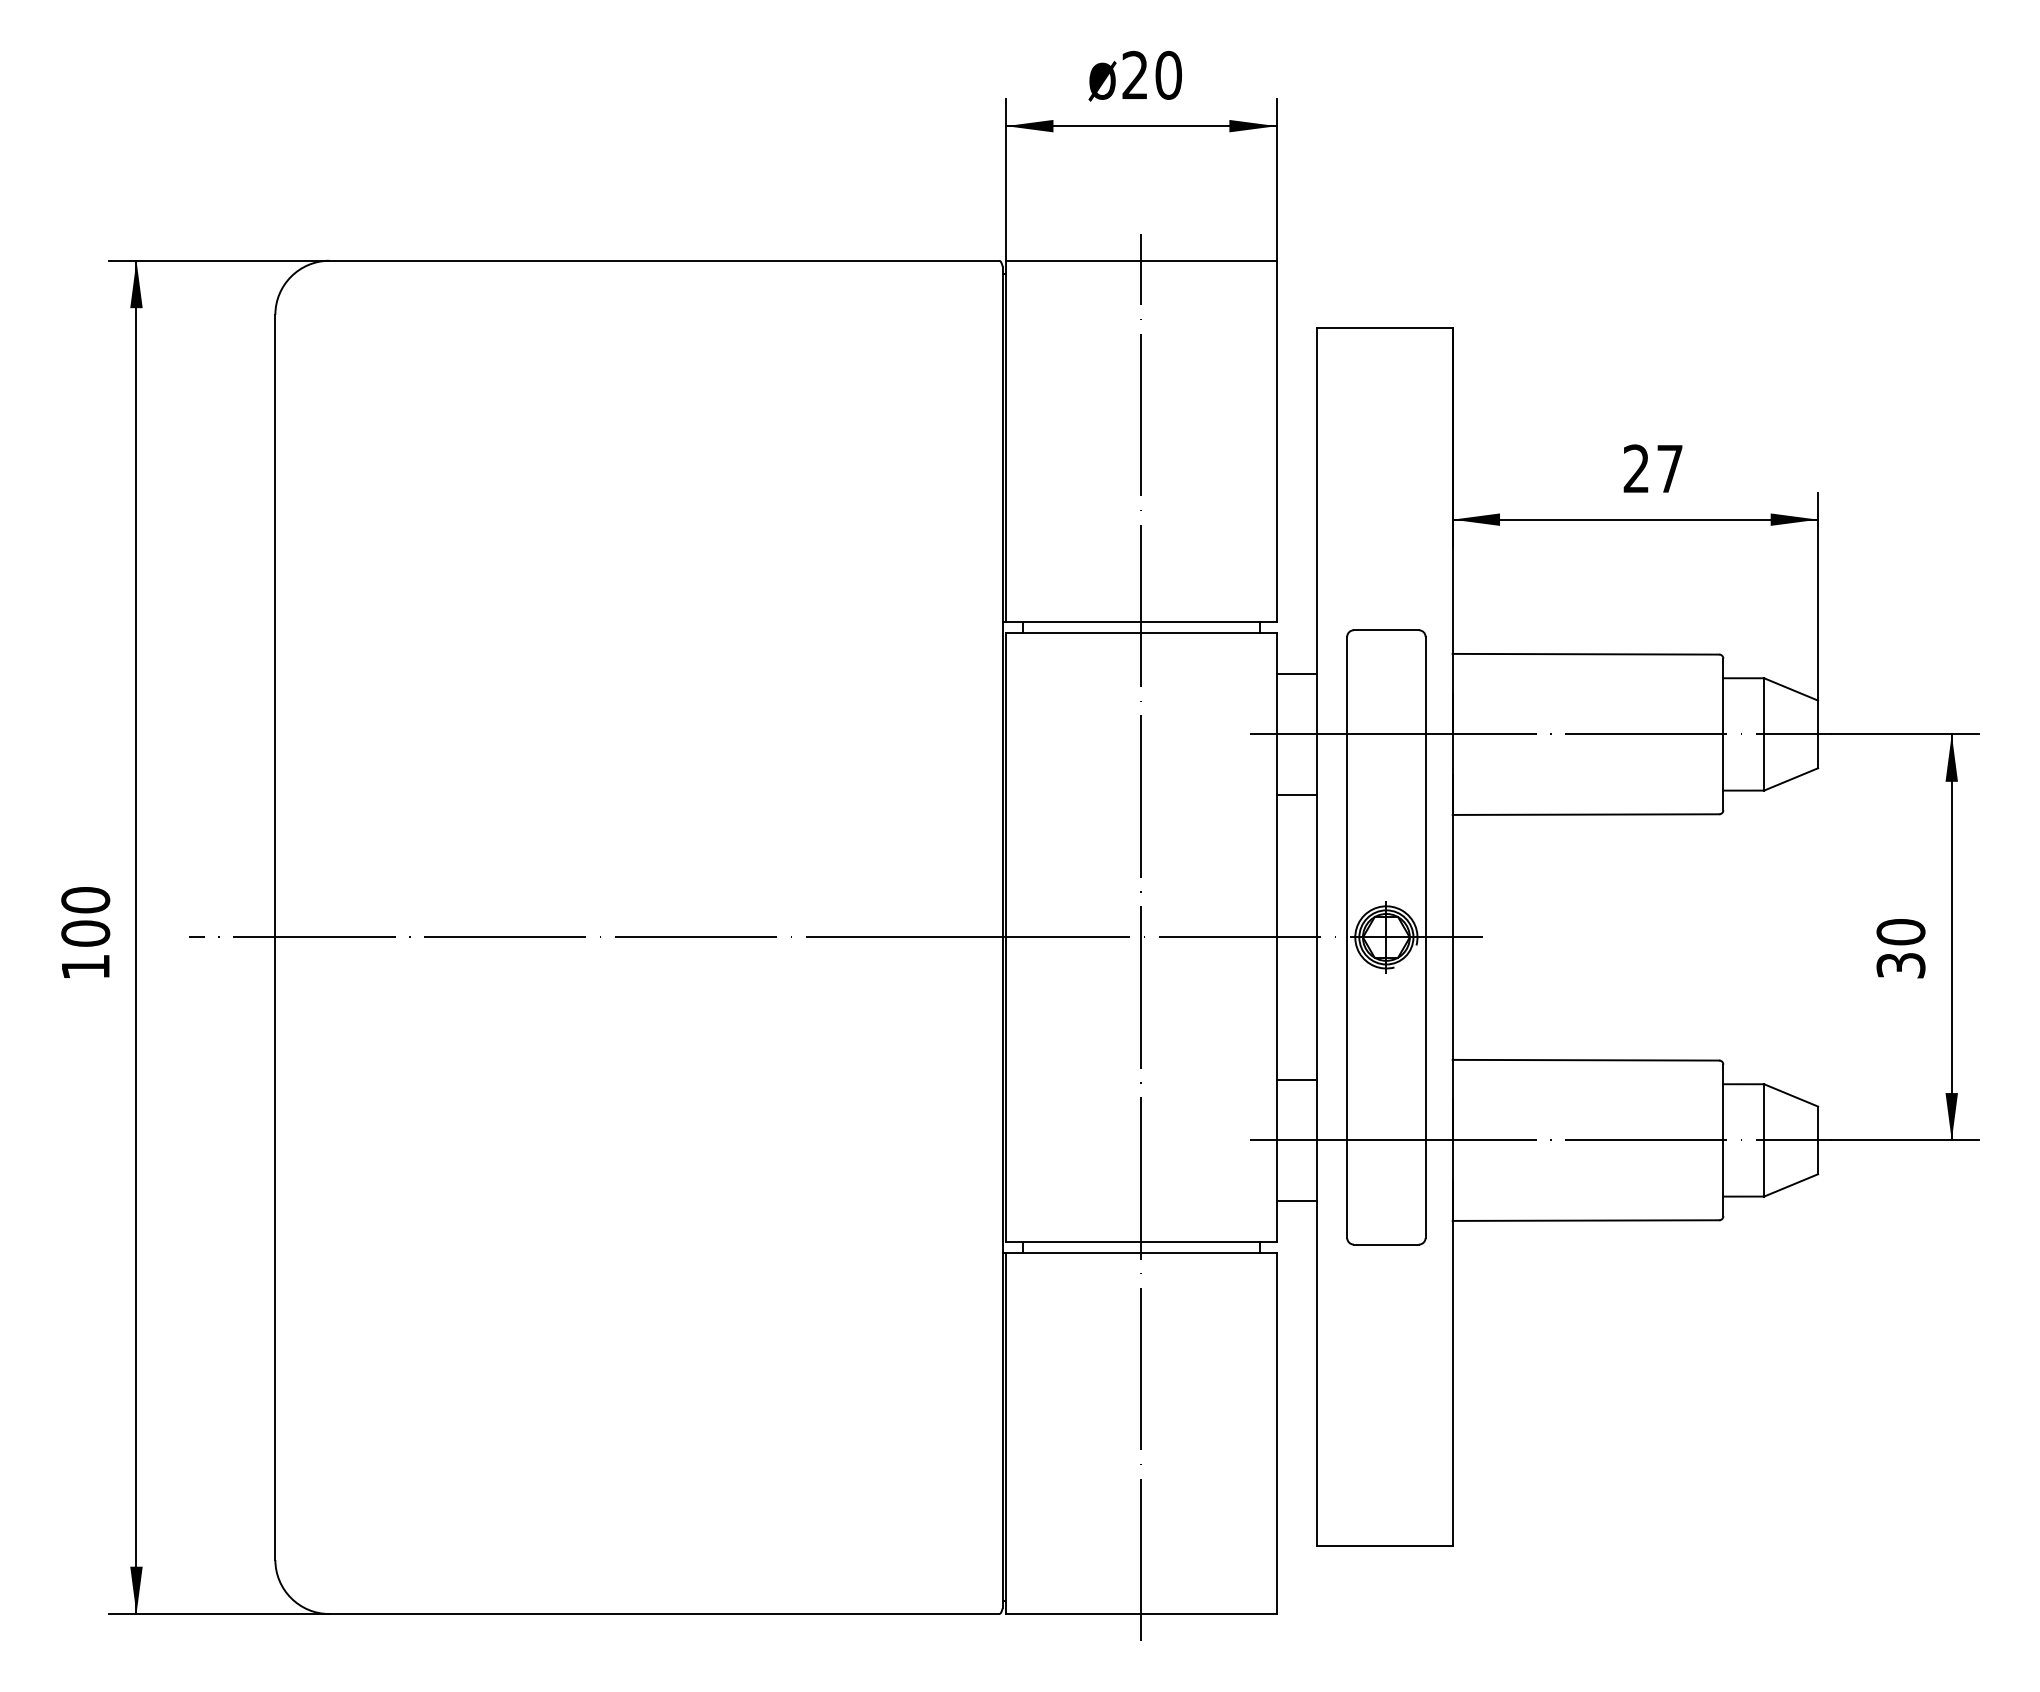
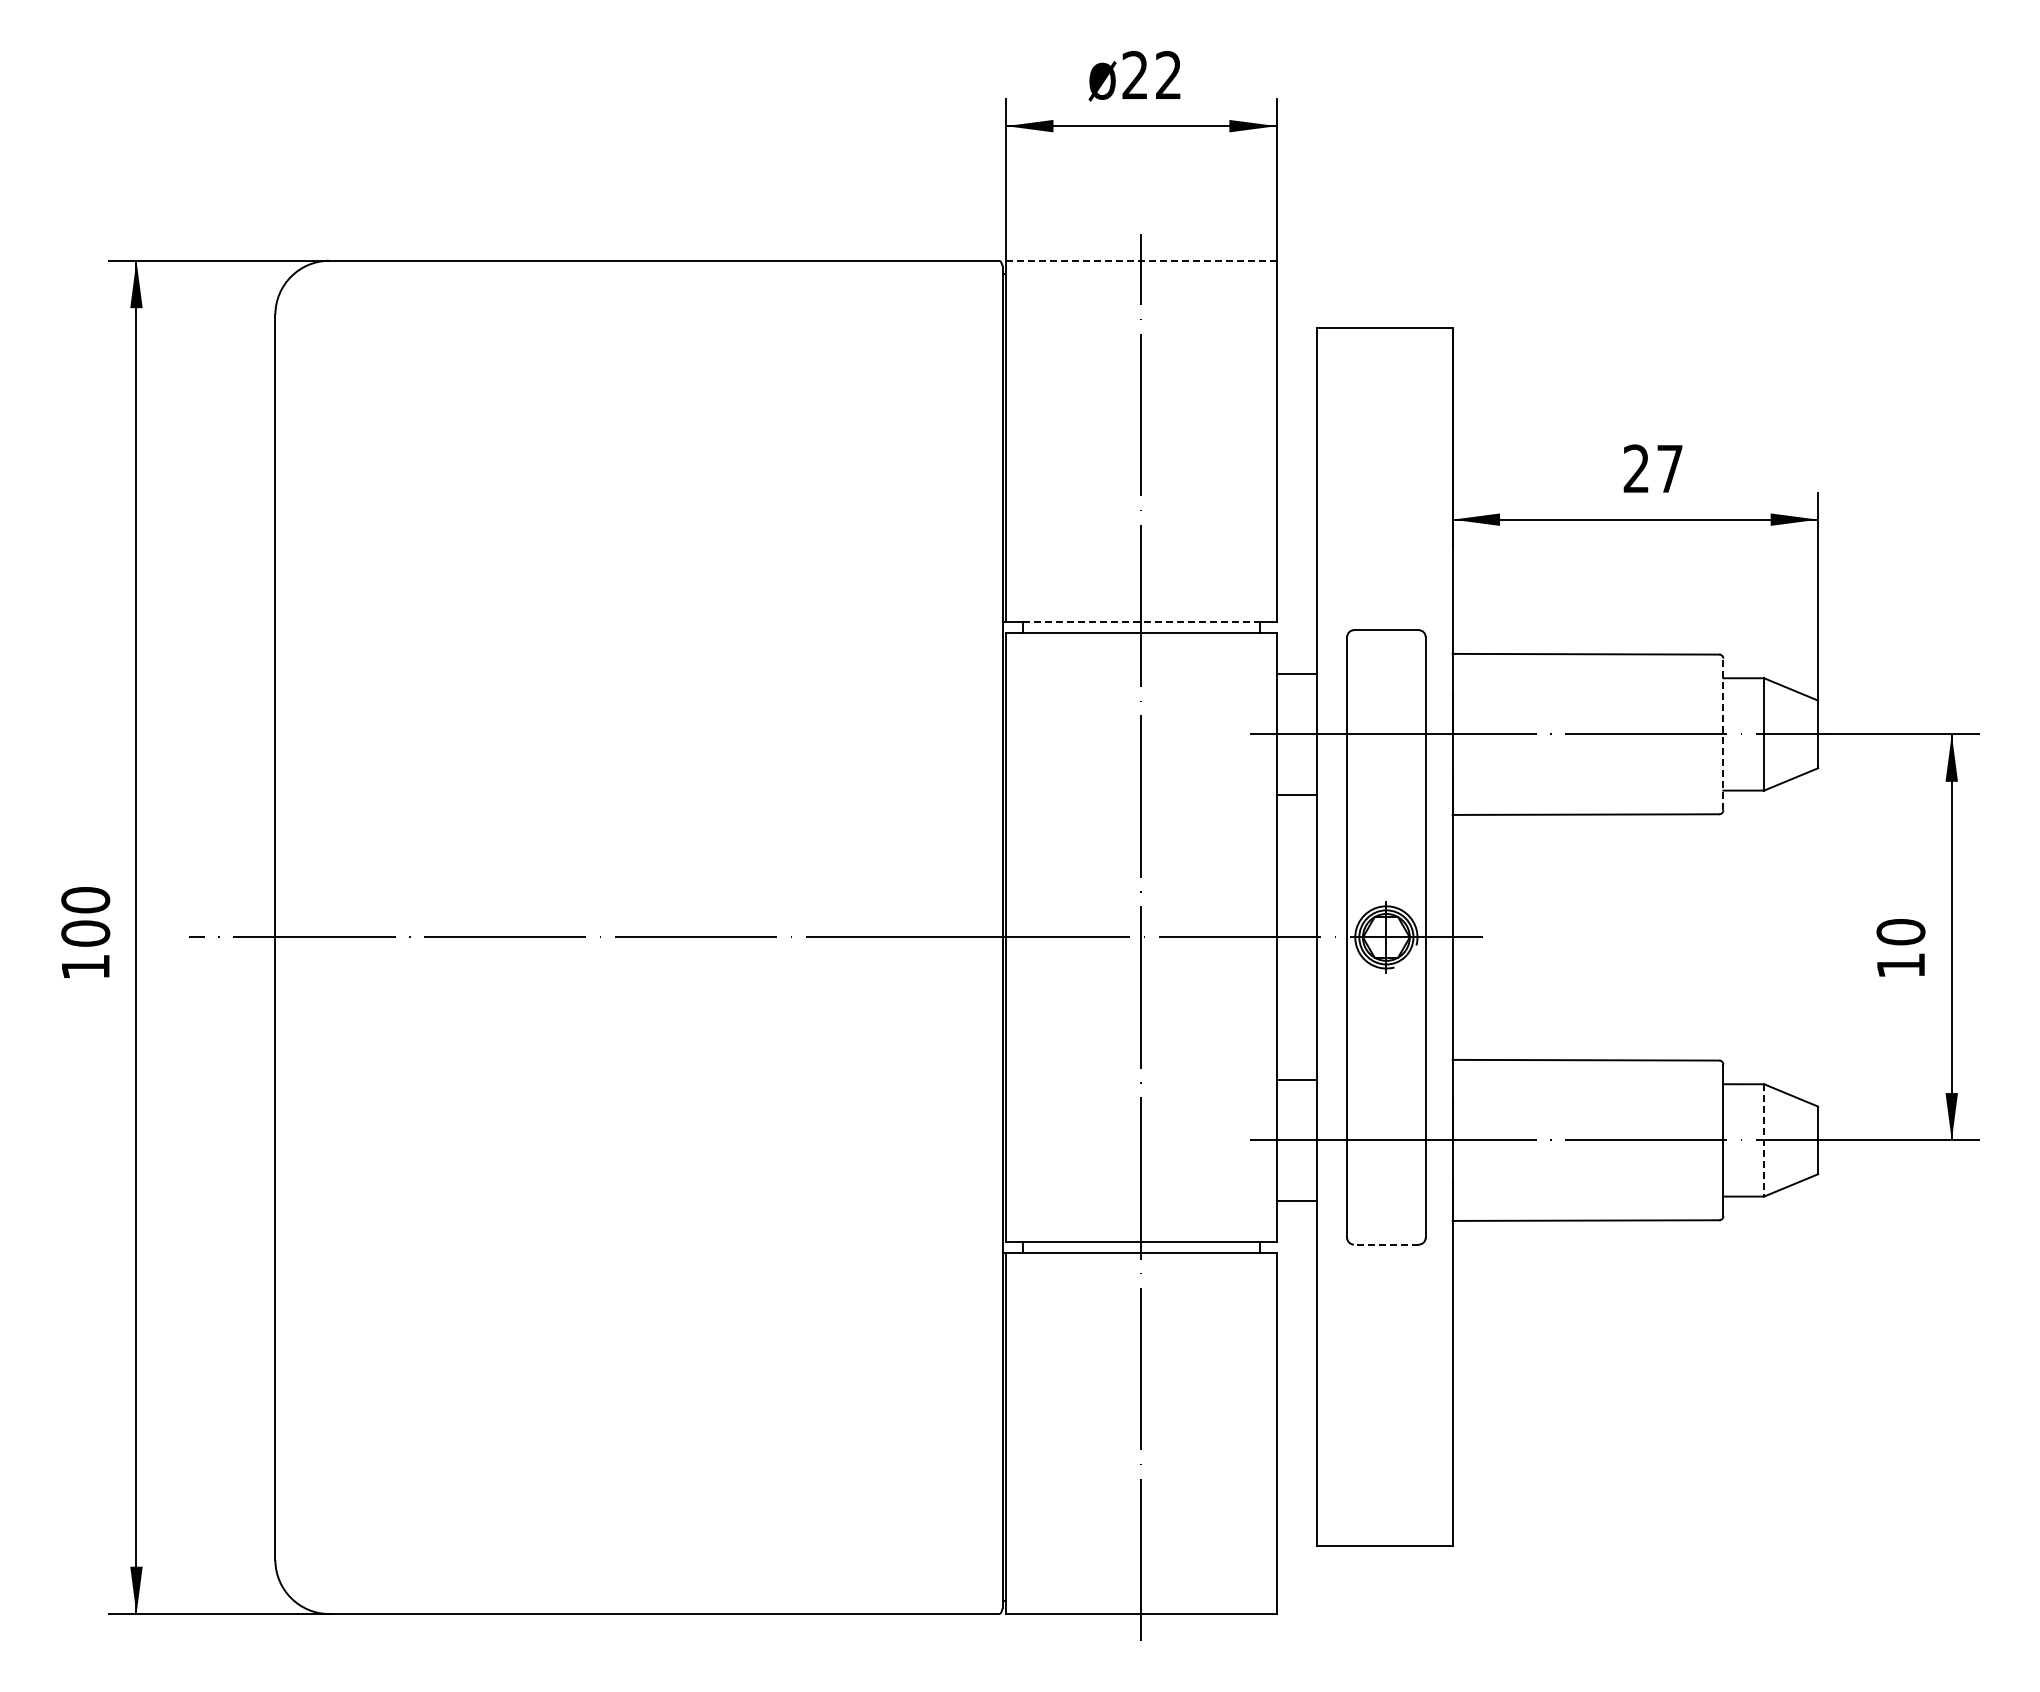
text at (1168, 74): 20 -> 22
line at (1141, 260): solid -> dashed
line at (1141, 622): solid -> dashed
line at (1723, 734): solid -> dashed
text at (1900, 965): 30 -> 10
line at (1764, 1140): solid -> dashed
line at (1385, 1244): solid -> dashed
